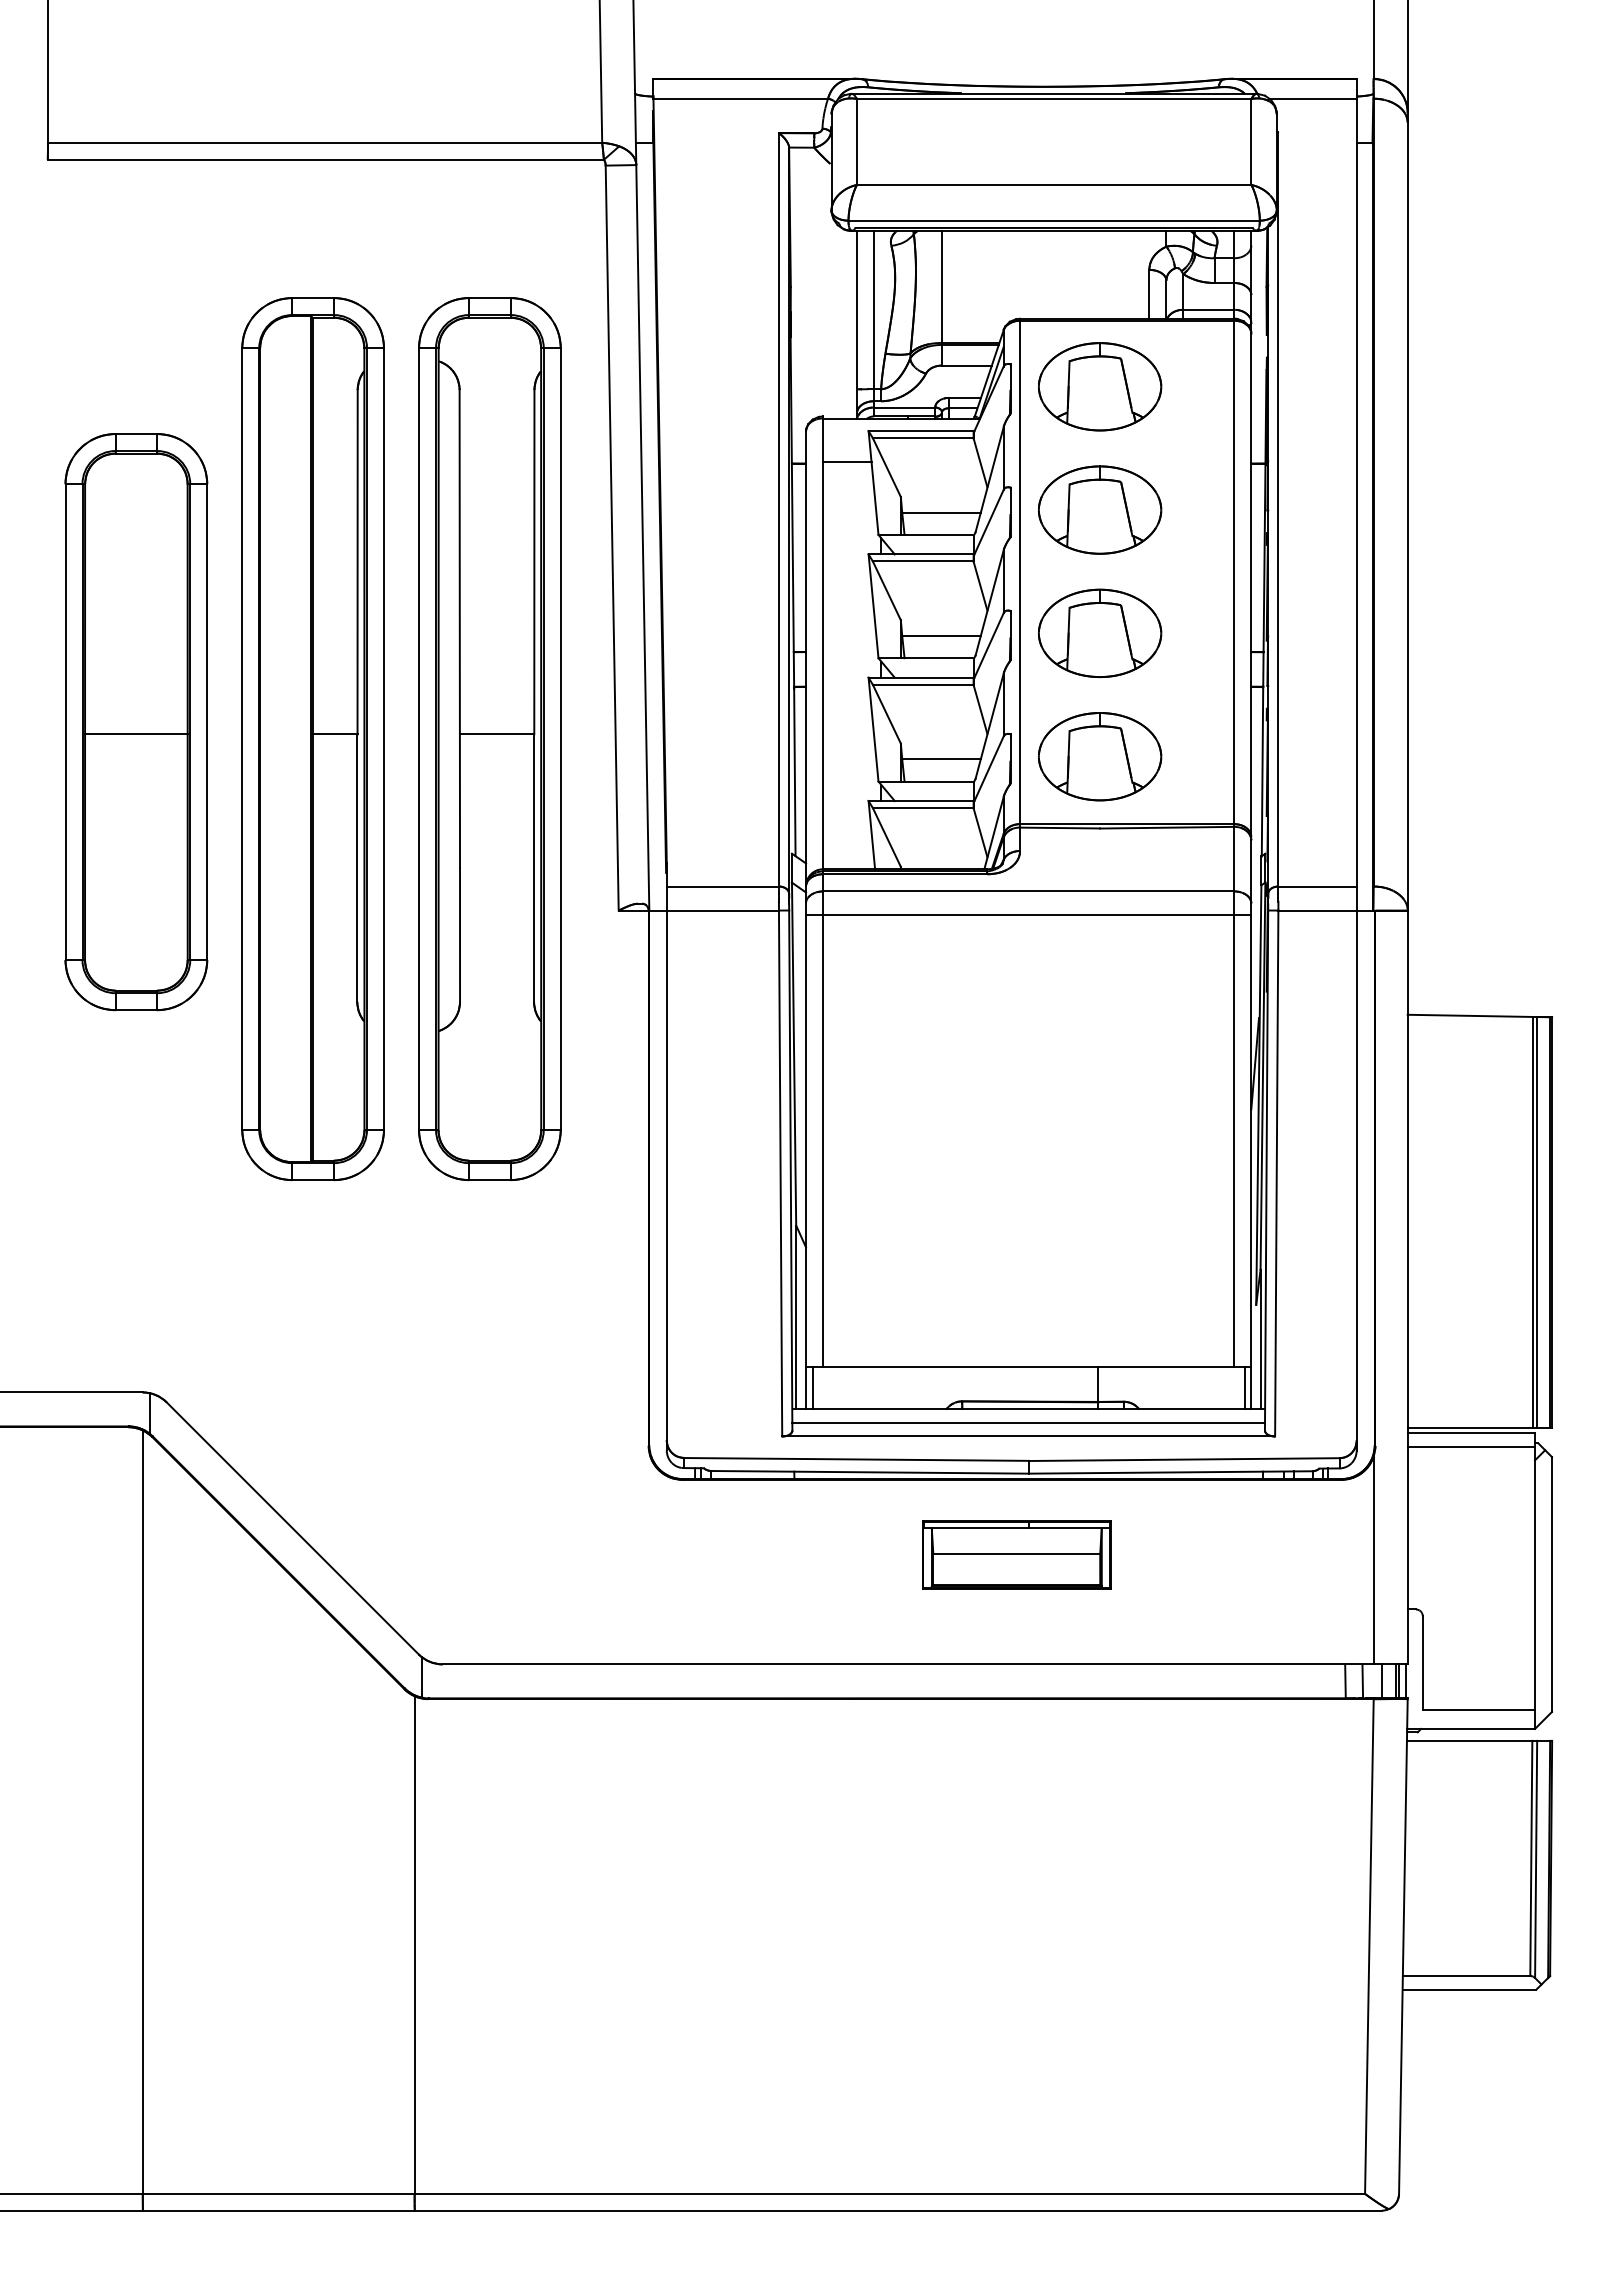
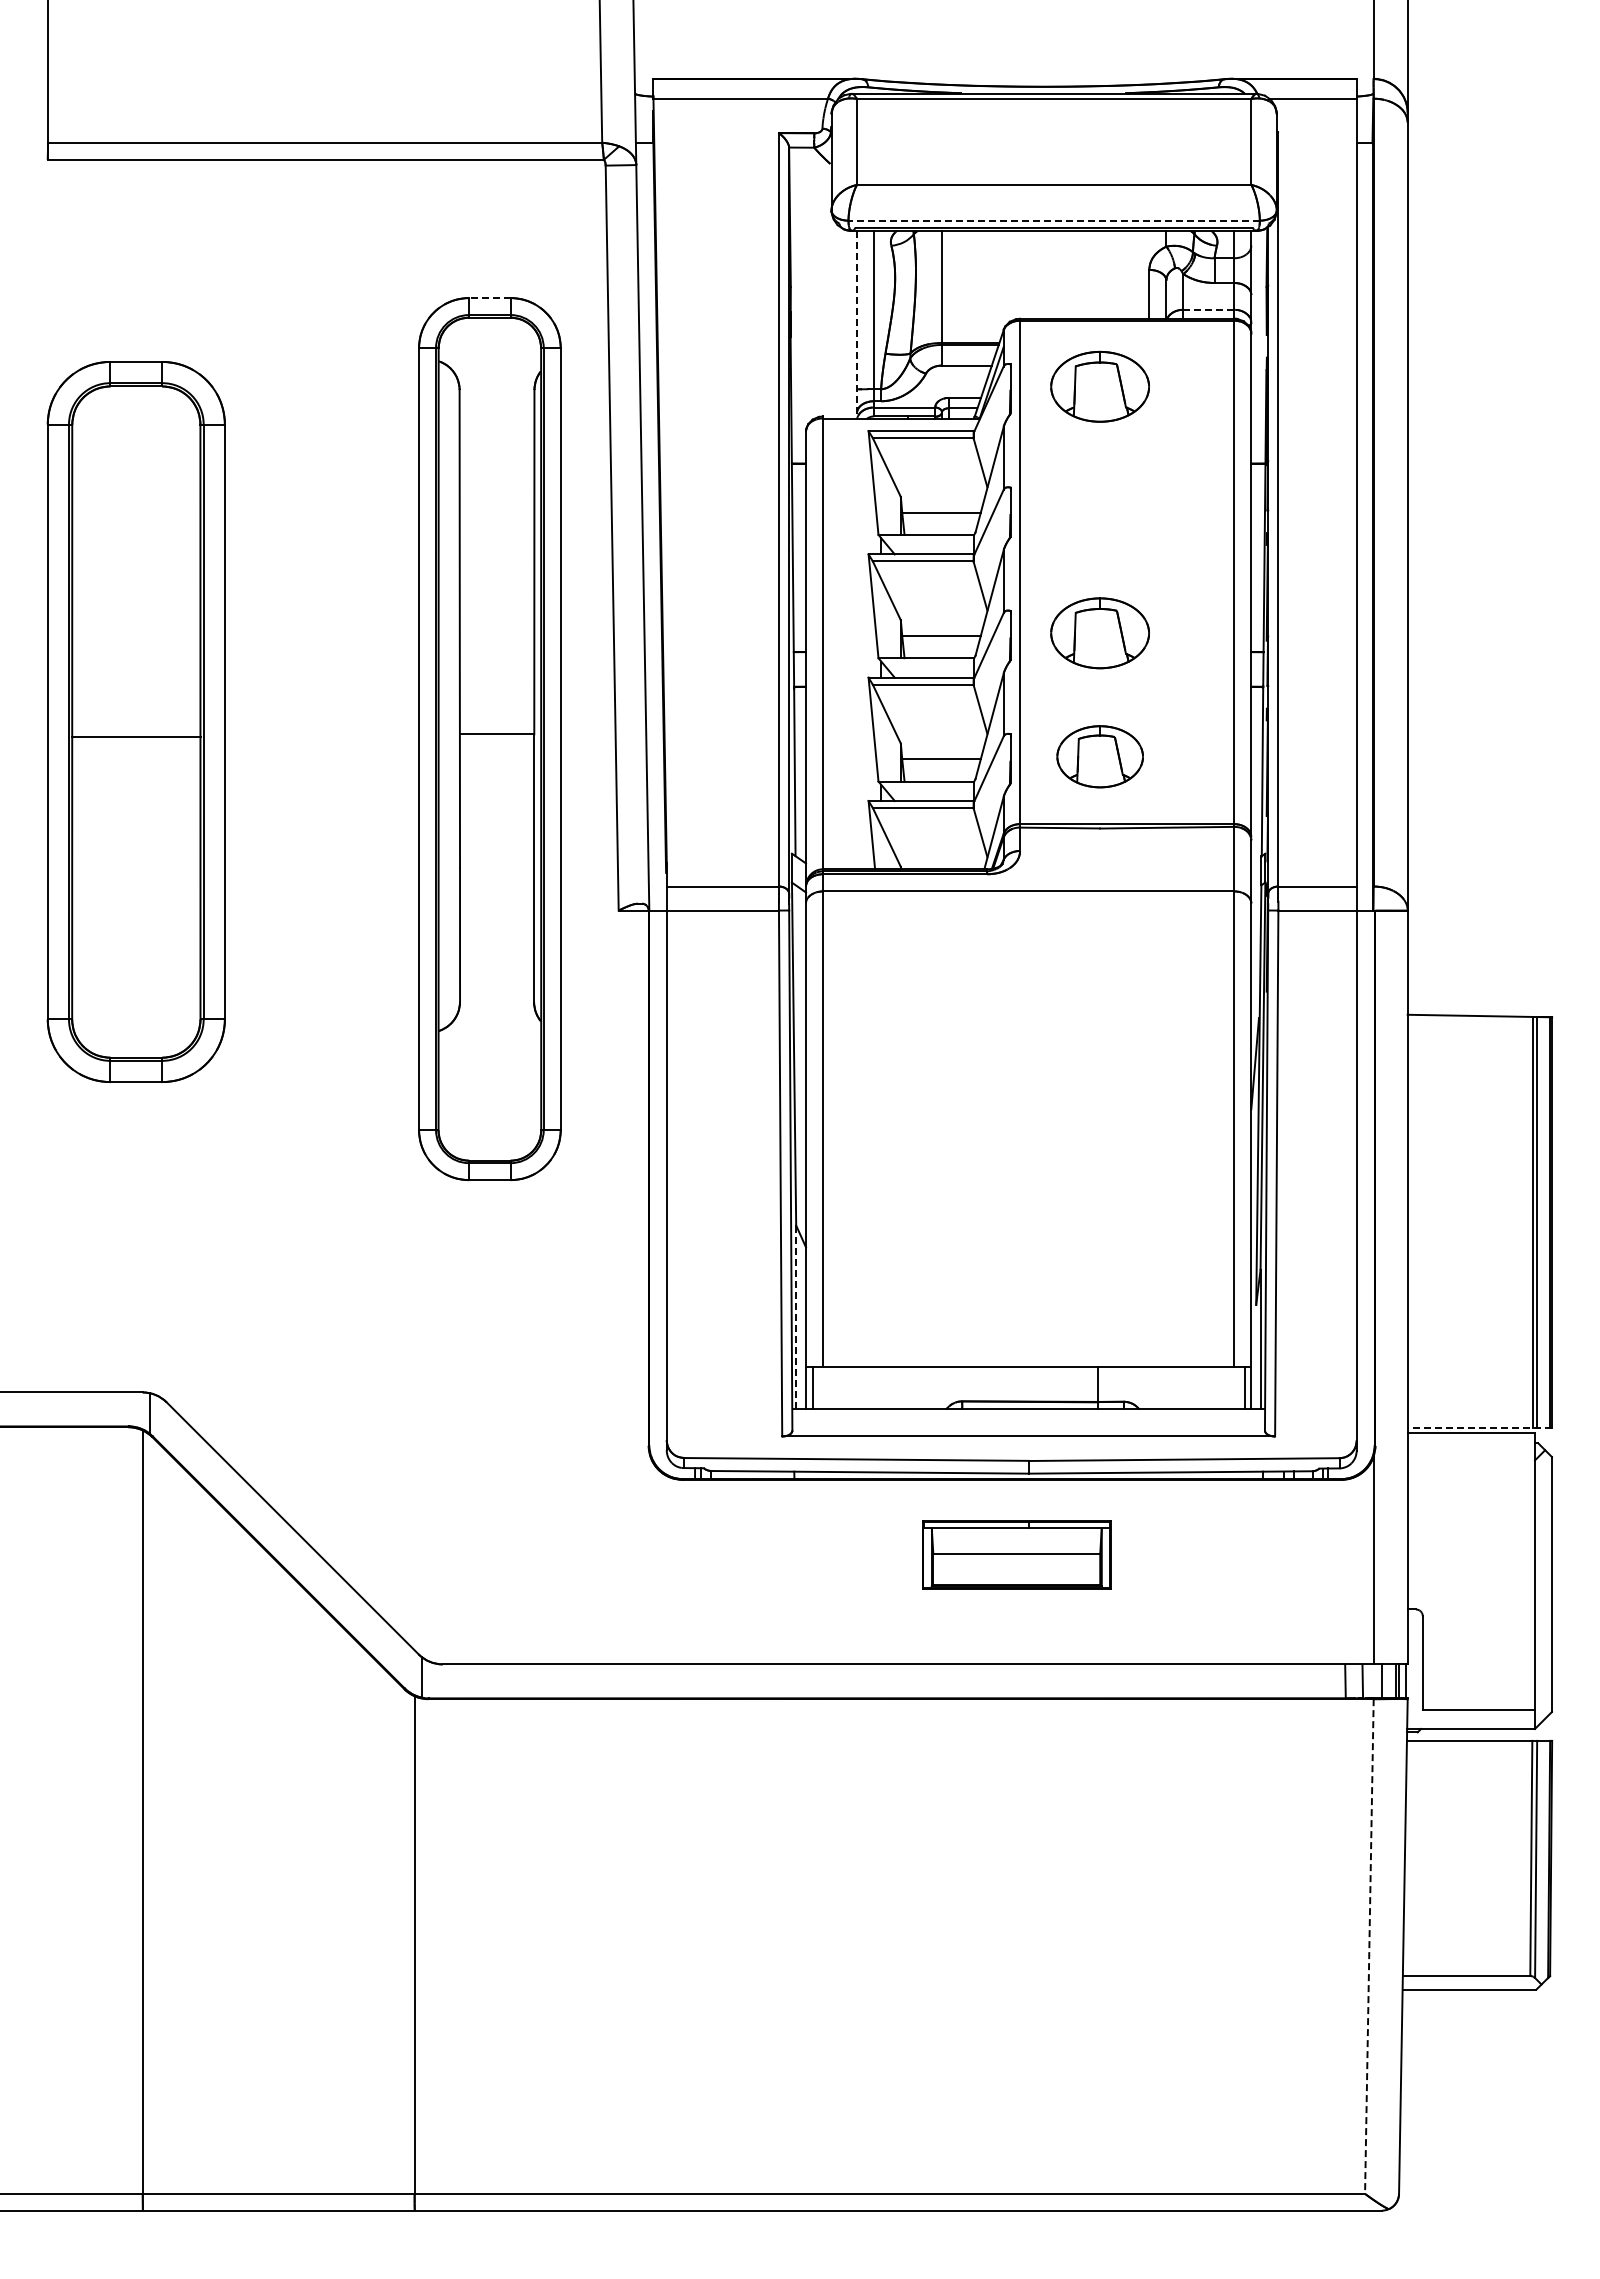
line at (1054, 220): solid -> dashed
line at (489, 298): solid -> dashed
line at (1208, 309): solid -> dashed
line at (857, 325): solid -> dashed
part at (1100, 386) size: 125x90 px -> 100x73 px
line at (847, 461): present -> none
part at (1100, 509): present -> none
part at (1100, 632) size: 125x90 px -> 100x73 px
part at (136, 722) size: 145x579 px -> 180x722 px
part at (312, 739): present -> none
part at (1100, 756) size: 125x90 px -> 88x64 px
line at (1028, 915): present -> none
line at (796, 1317): solid -> dashed
line at (1028, 1423): present -> none
line at (1479, 1428): solid -> dashed
line at (1470, 1446): present -> none
line at (1369, 1947): solid -> dashed
